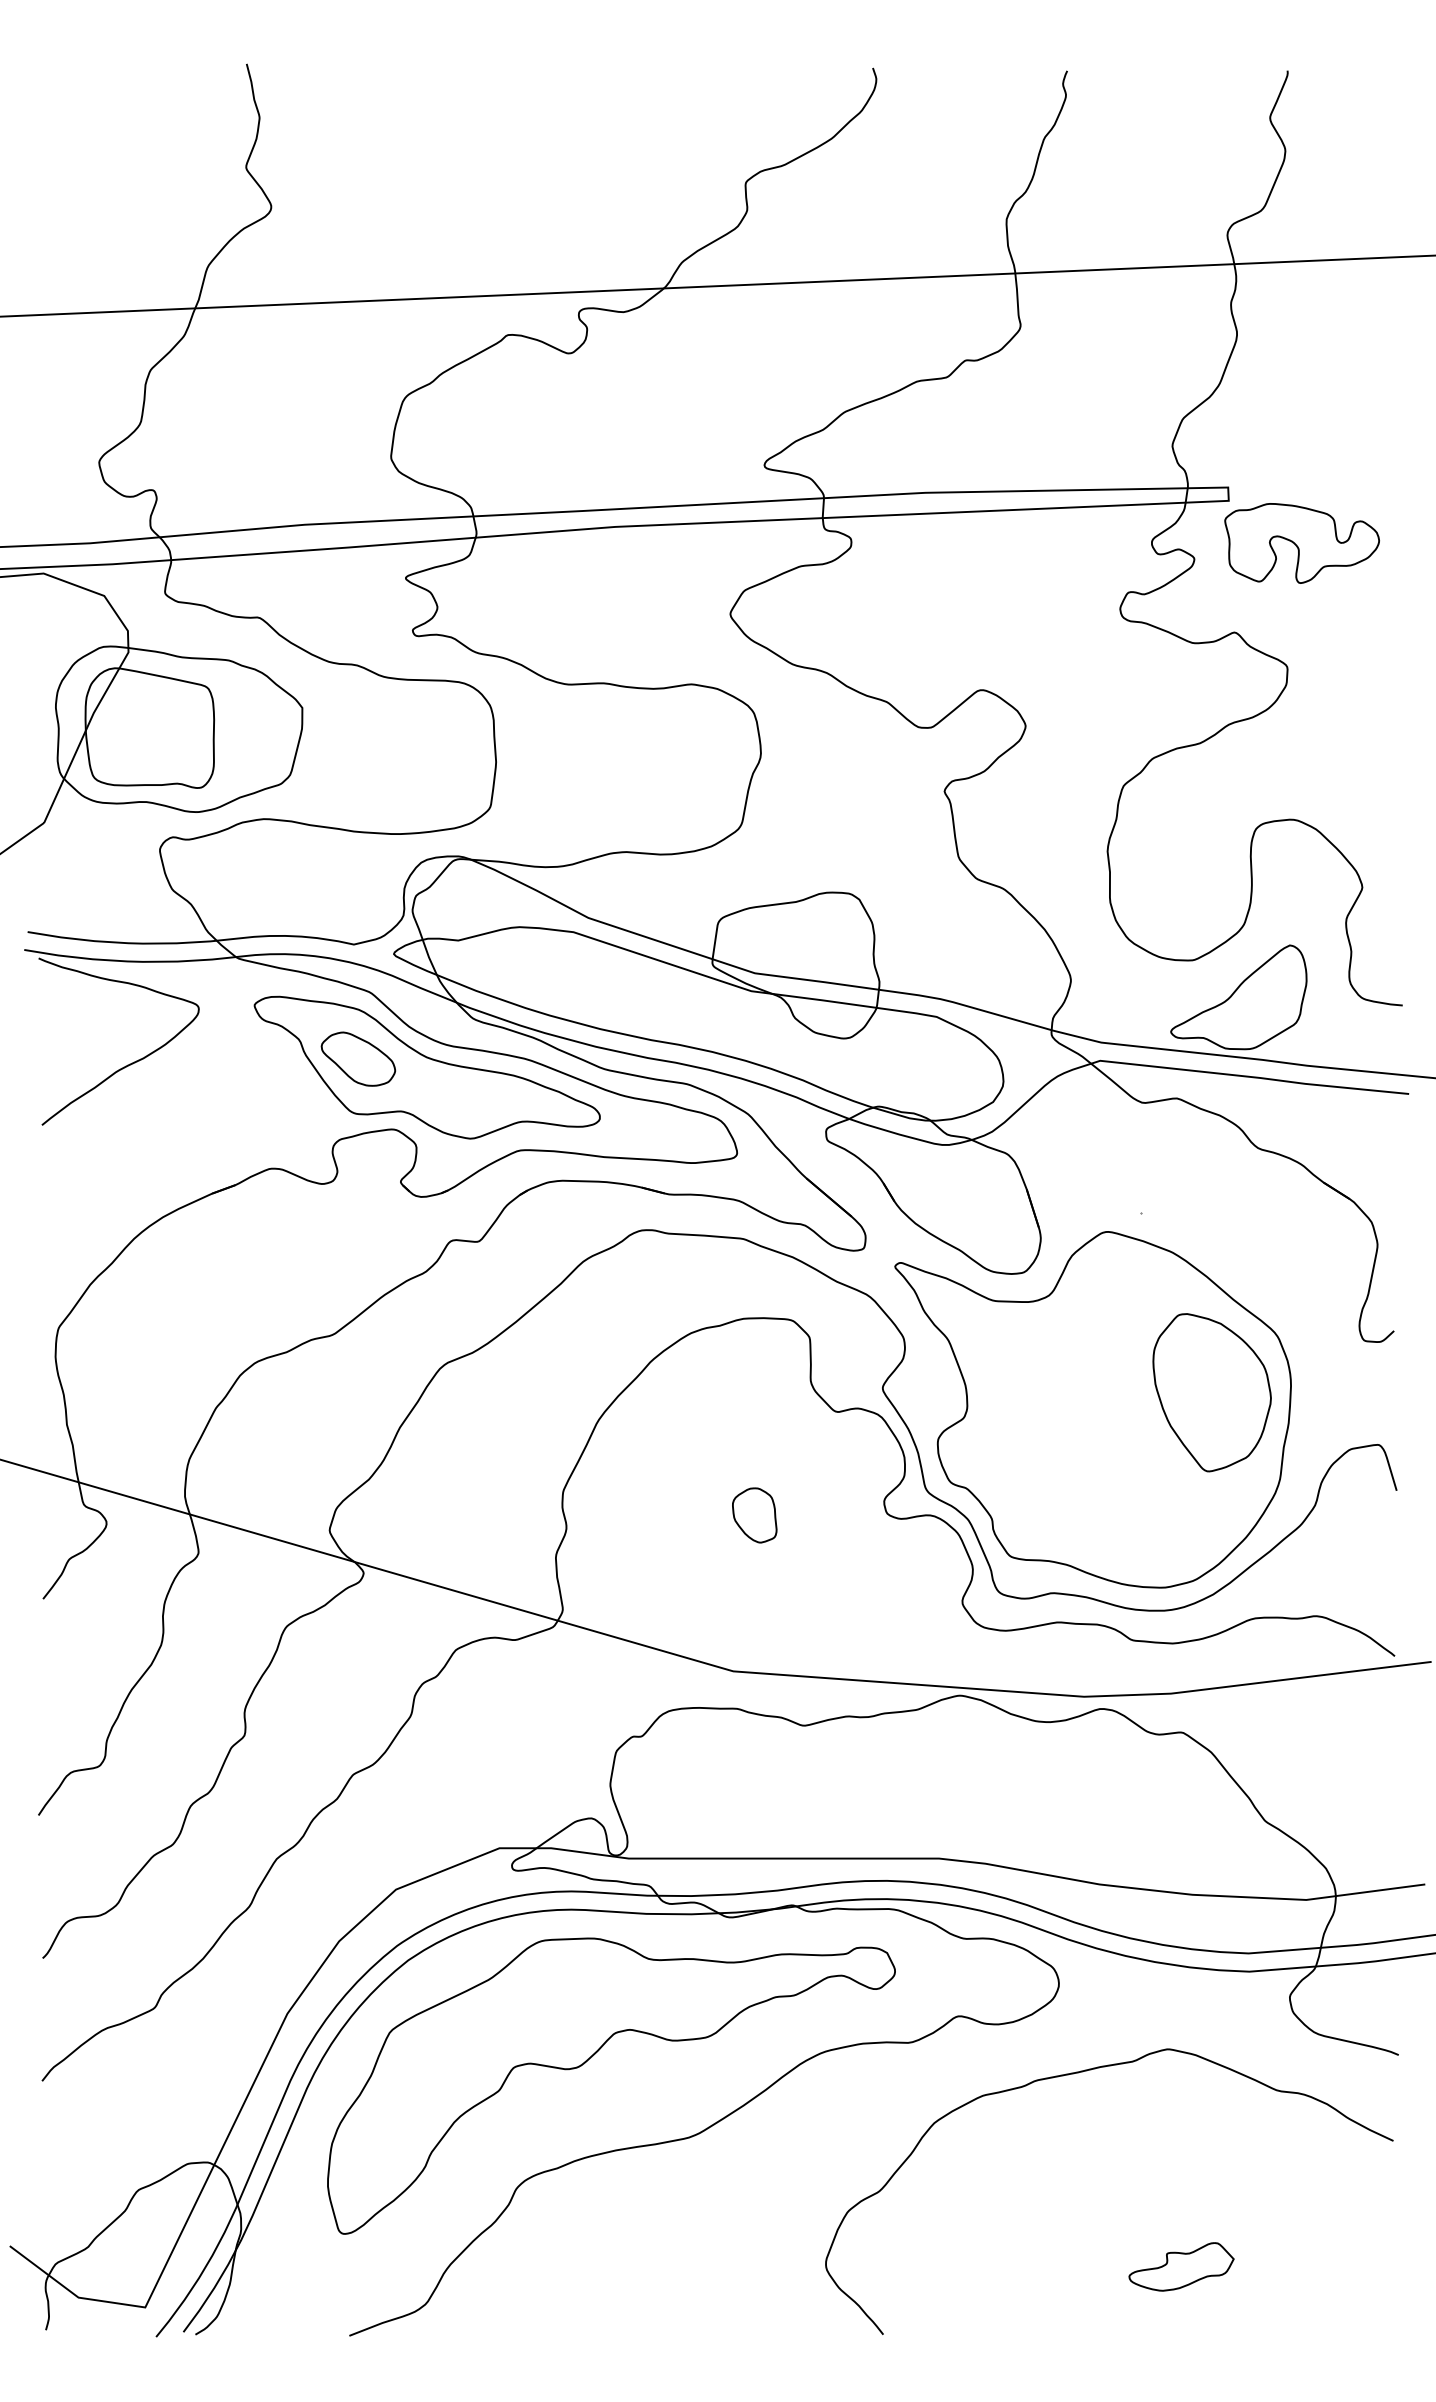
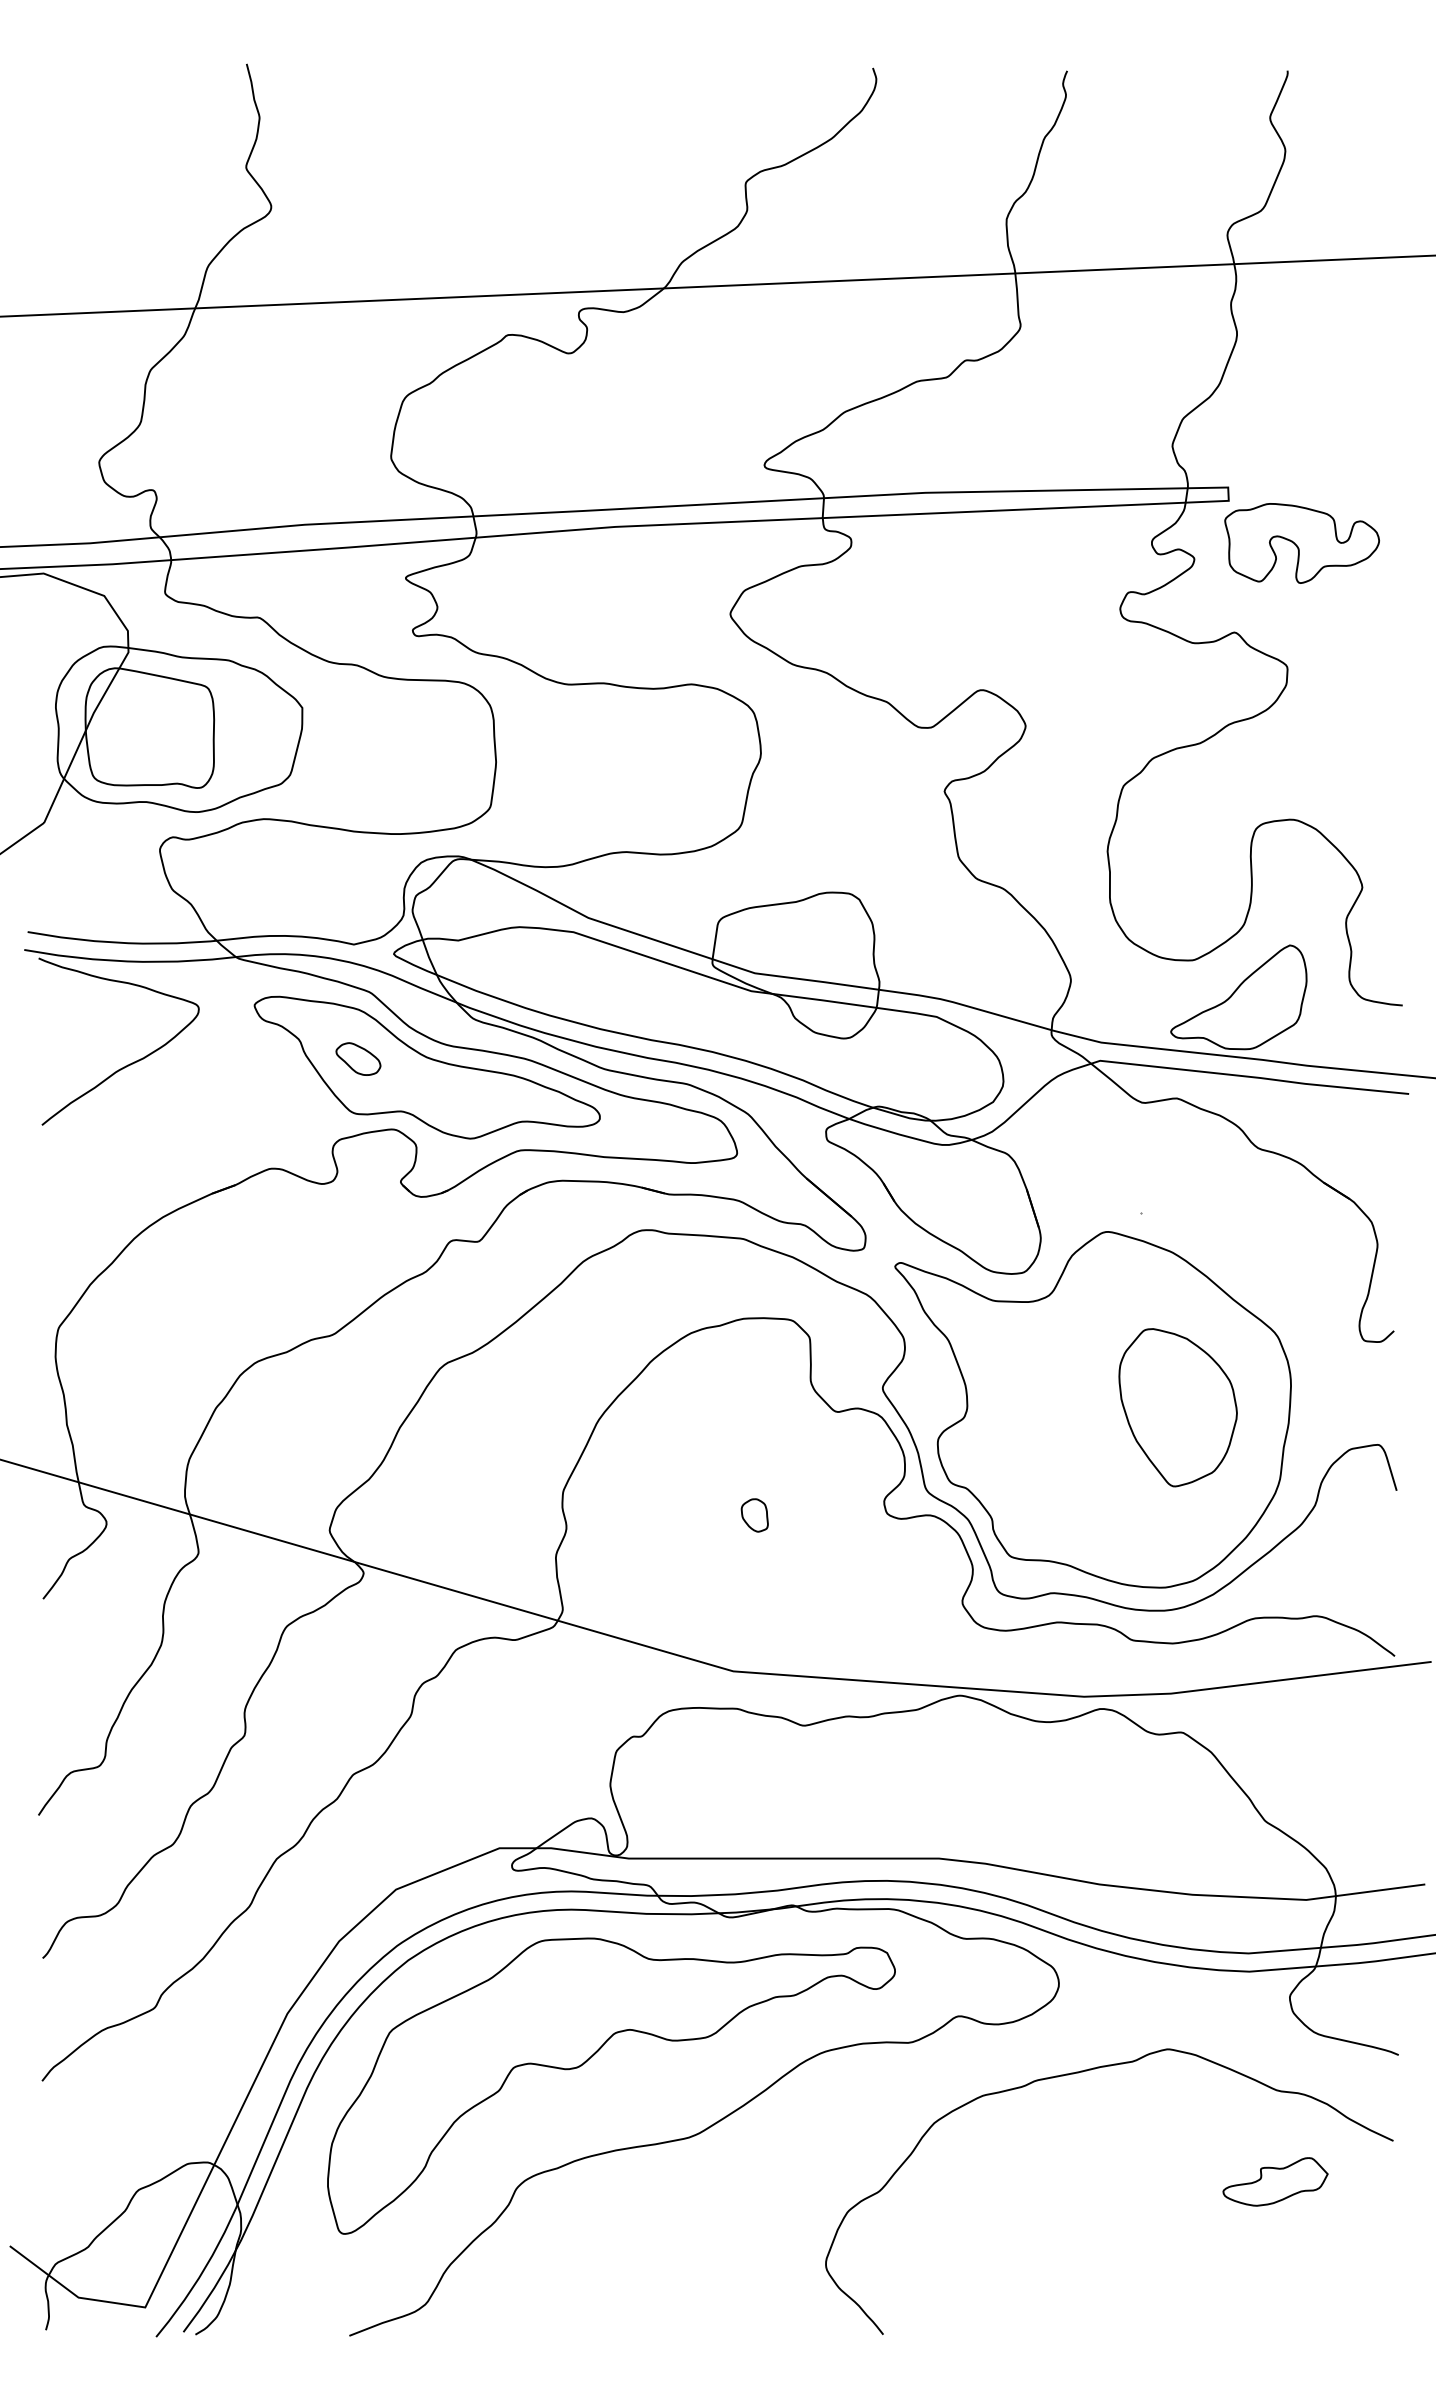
part at (358, 1058) size: 77x56 px -> 47x34 px
part at (1211, 1392) position: (1211, 1392) -> (1177, 1407)
part at (754, 1515) size: 46x57 px -> 29x35 px
part at (1181, 2266) position: (1181, 2266) -> (1275, 2181)
